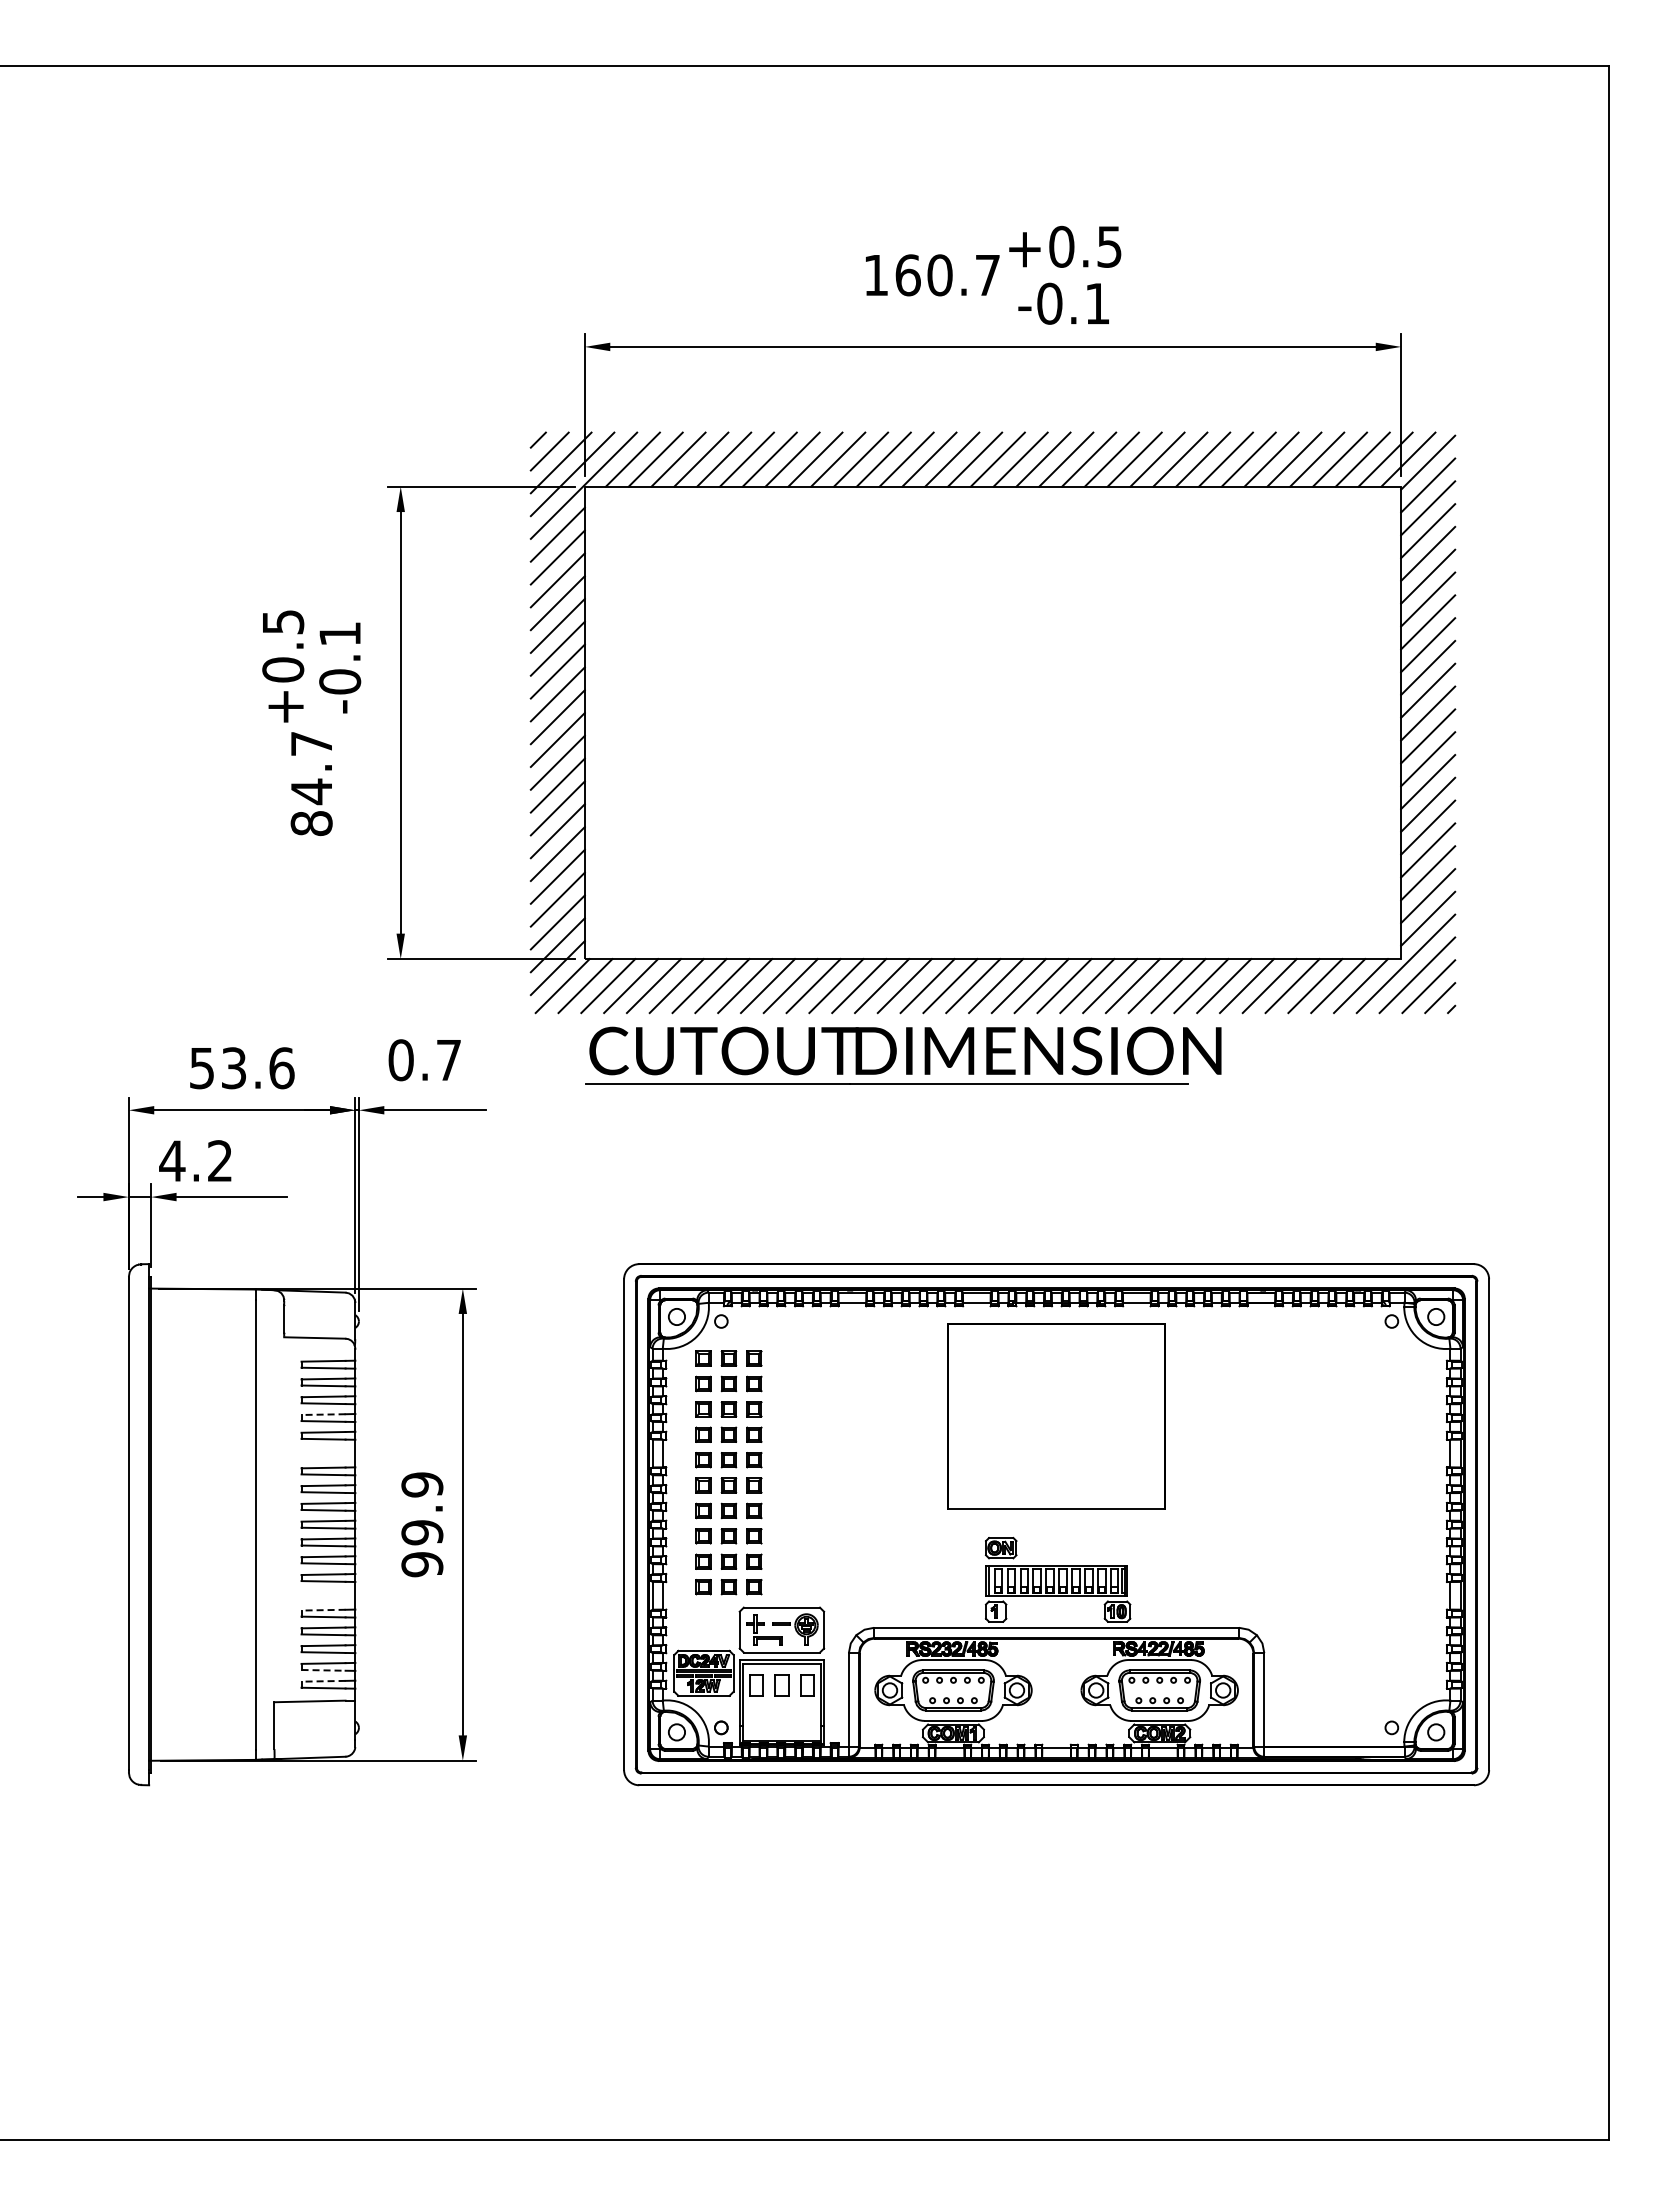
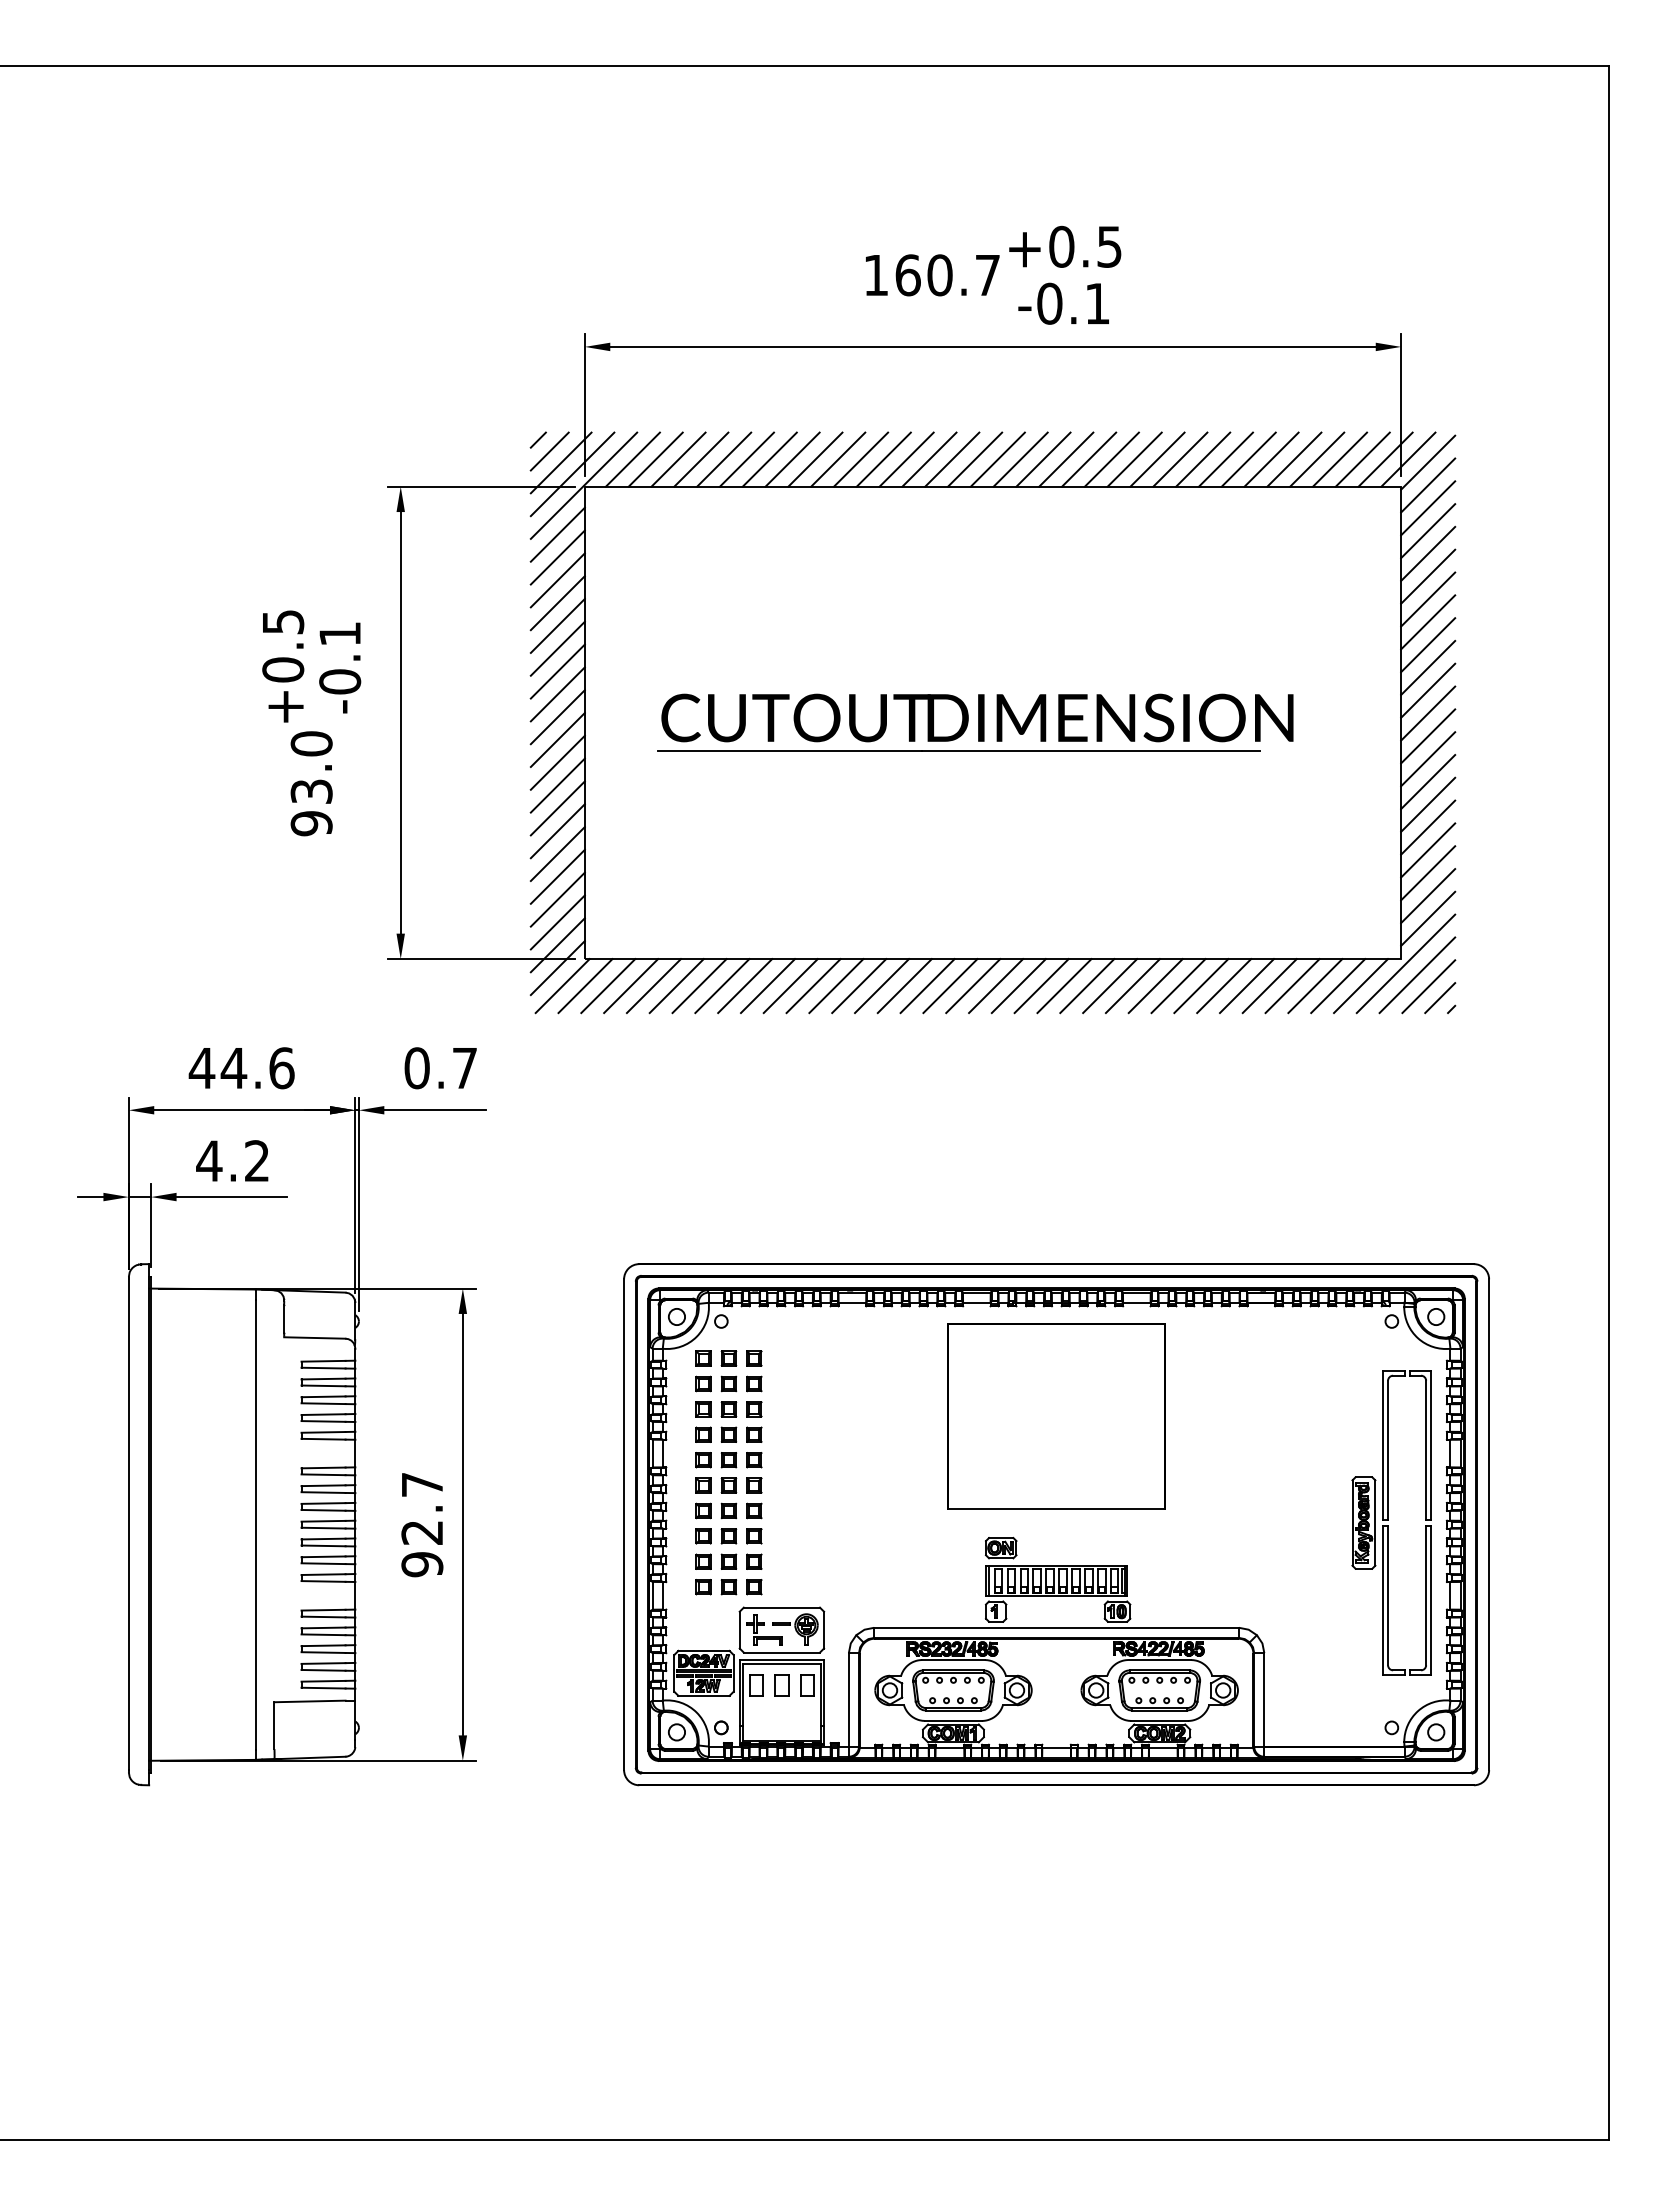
text at (311, 783): 84.7 -> 93.0
part at (903, 1055) position: (903, 1055) -> (975, 722)
text at (424, 1060) position: (424, 1060) -> (440, 1068)
text at (217, 1068): 53.6 -> 44.6
text at (195, 1160) position: (195, 1160) -> (232, 1160)
line at (323, 1414): dashed -> solid
text at (422, 1508): 99.9 -> 92.7
part at (1391, 1522): none -> present
line at (323, 1610): dashed -> solid
line at (324, 1670): dashed -> solid
line at (323, 1681): dashed -> solid
